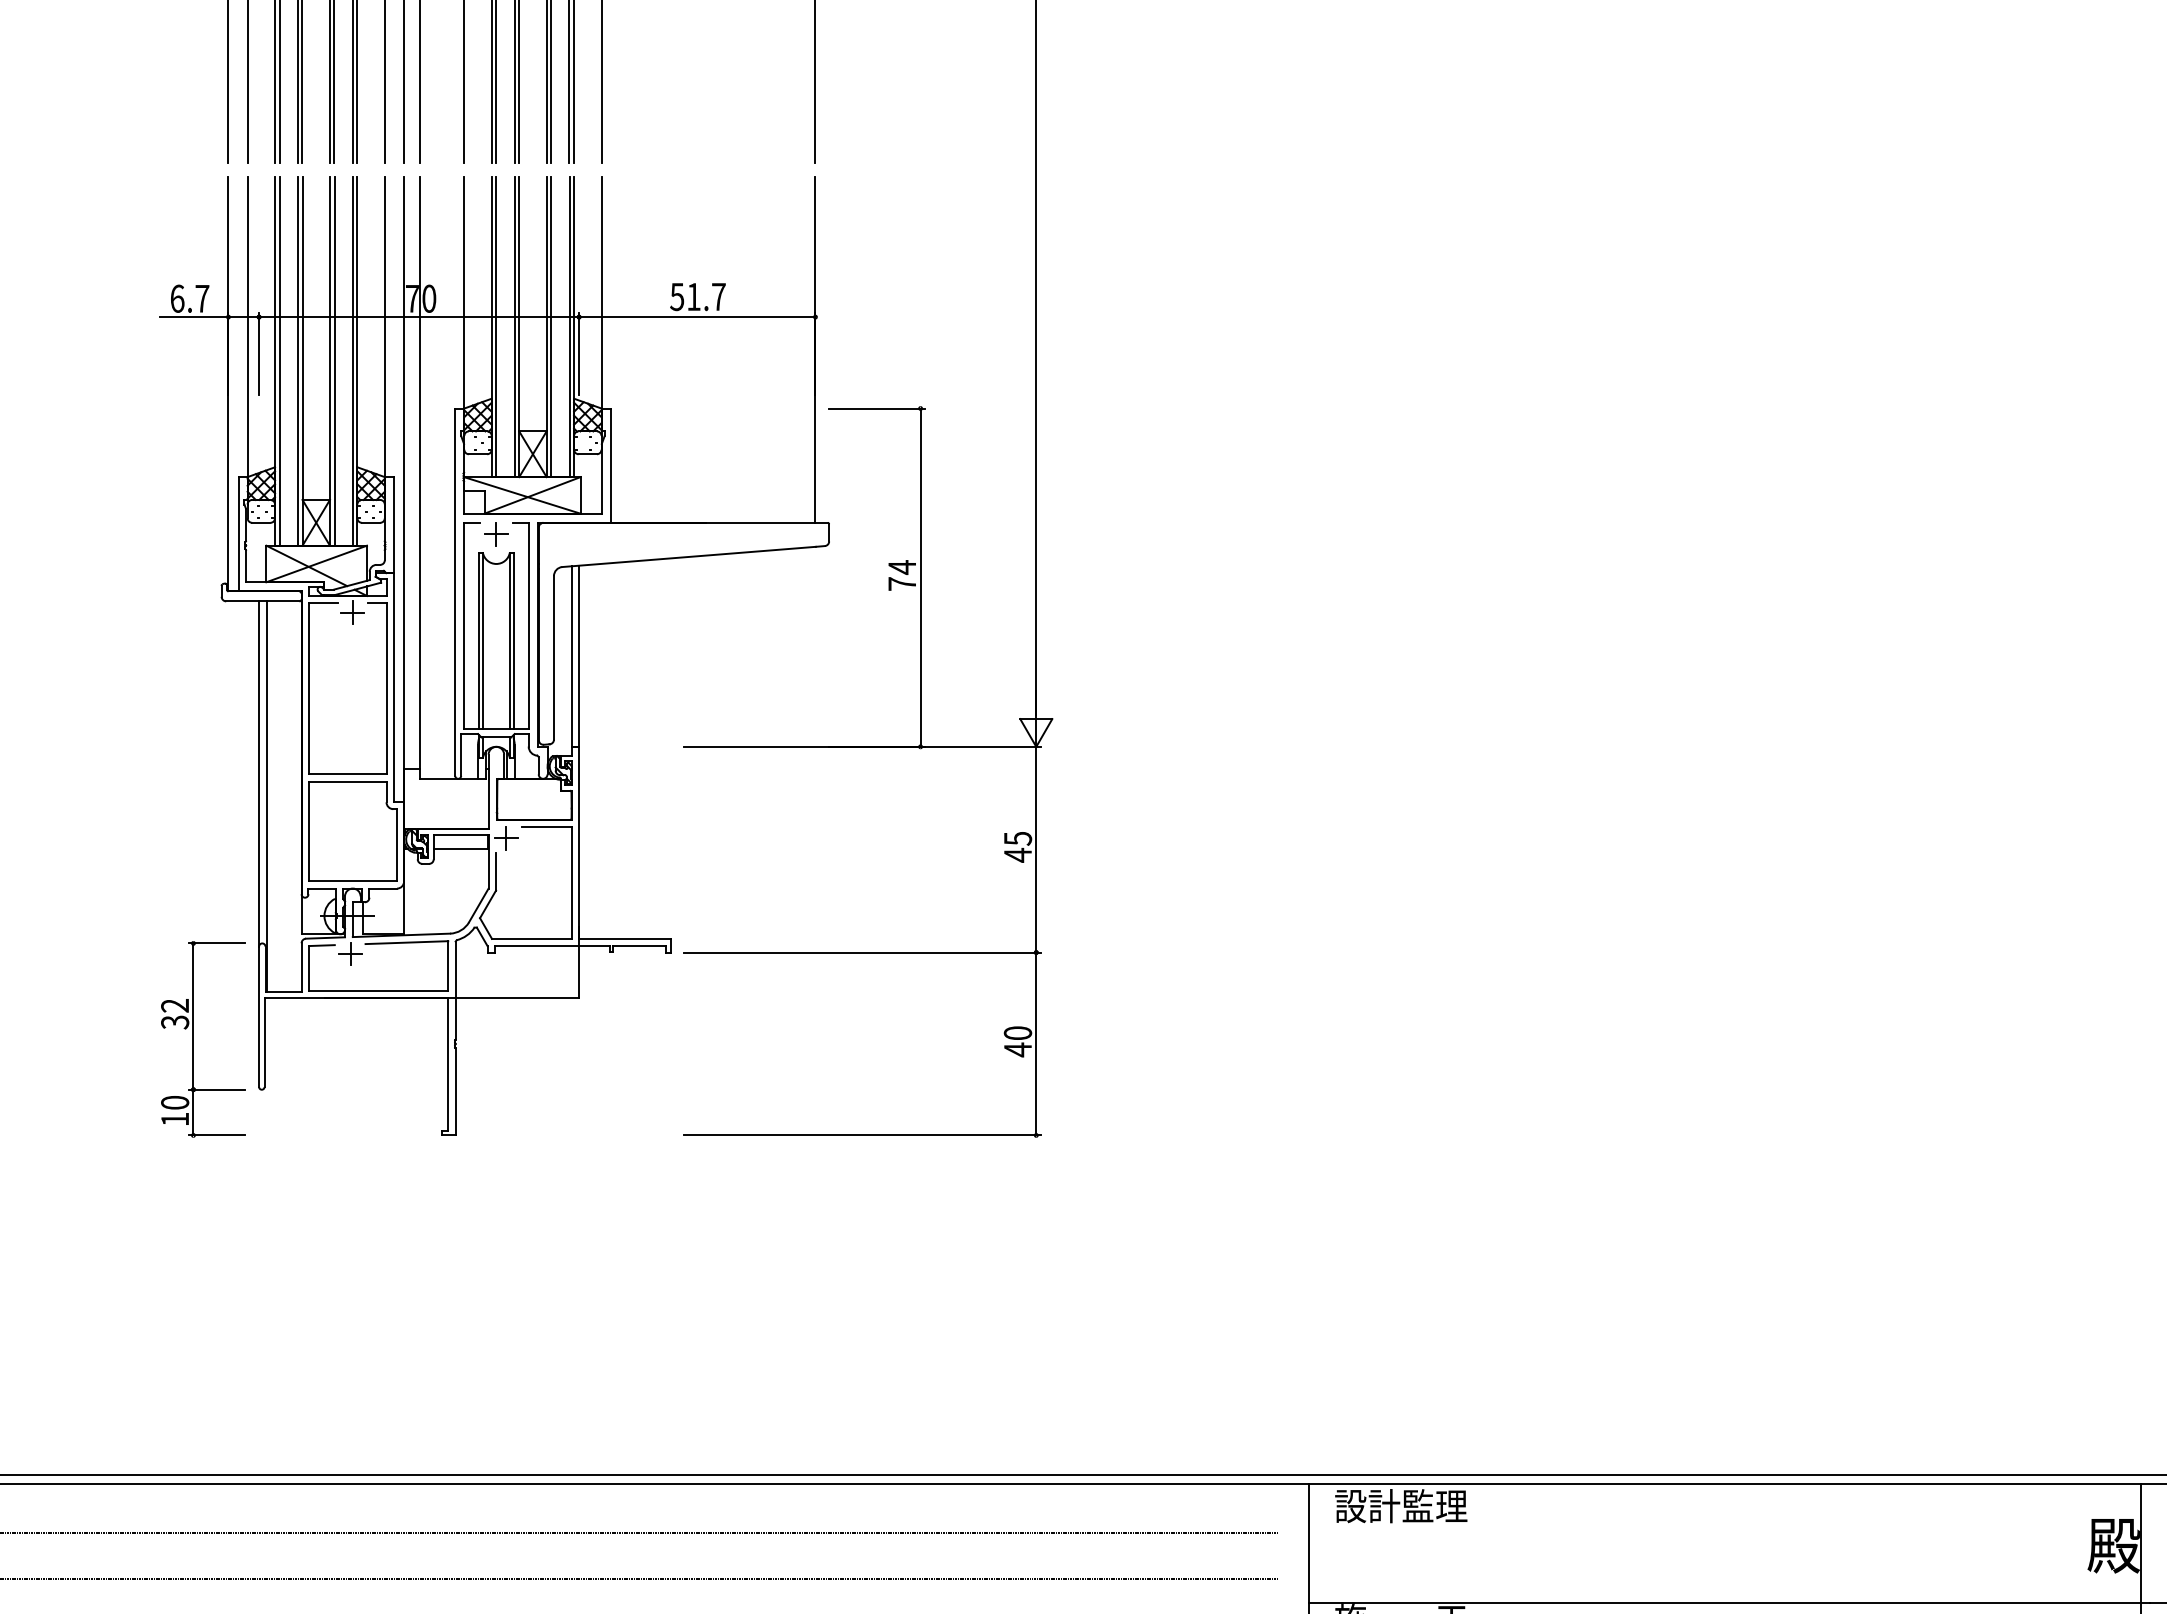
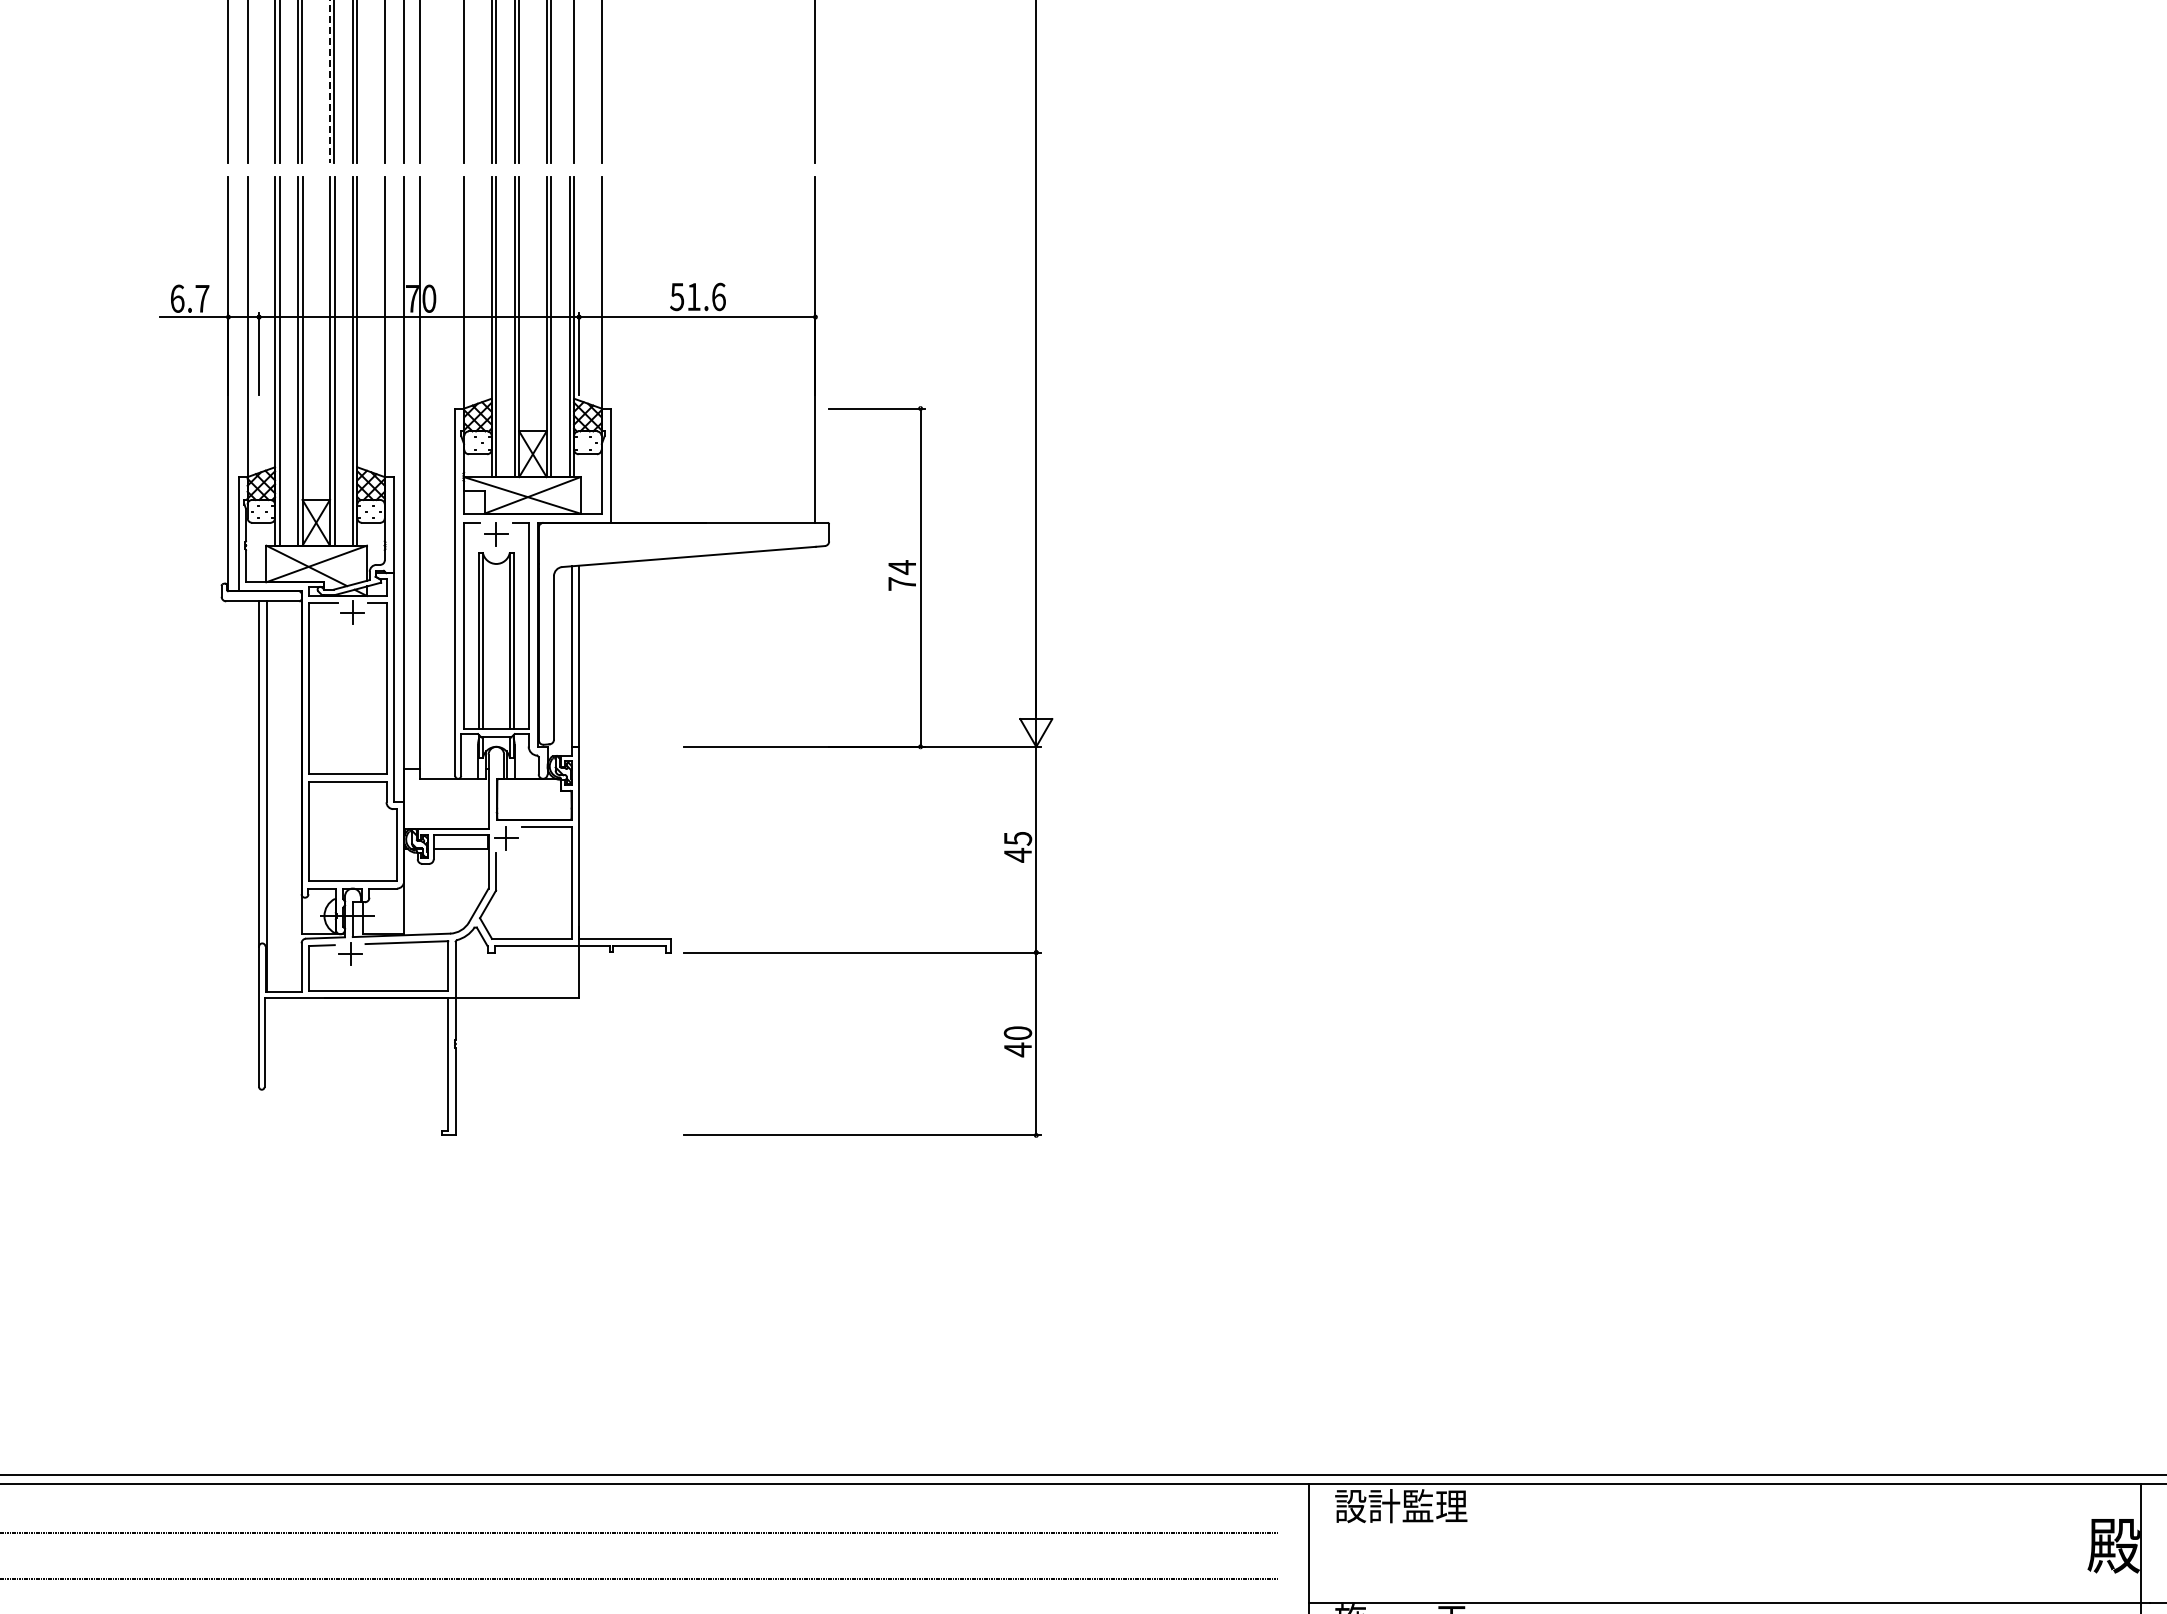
line at (329, 81): solid -> dashed
line at (569, 82): present -> none
text at (718, 296): 51.7 -> 51.6
part at (193, 1039): present -> none
